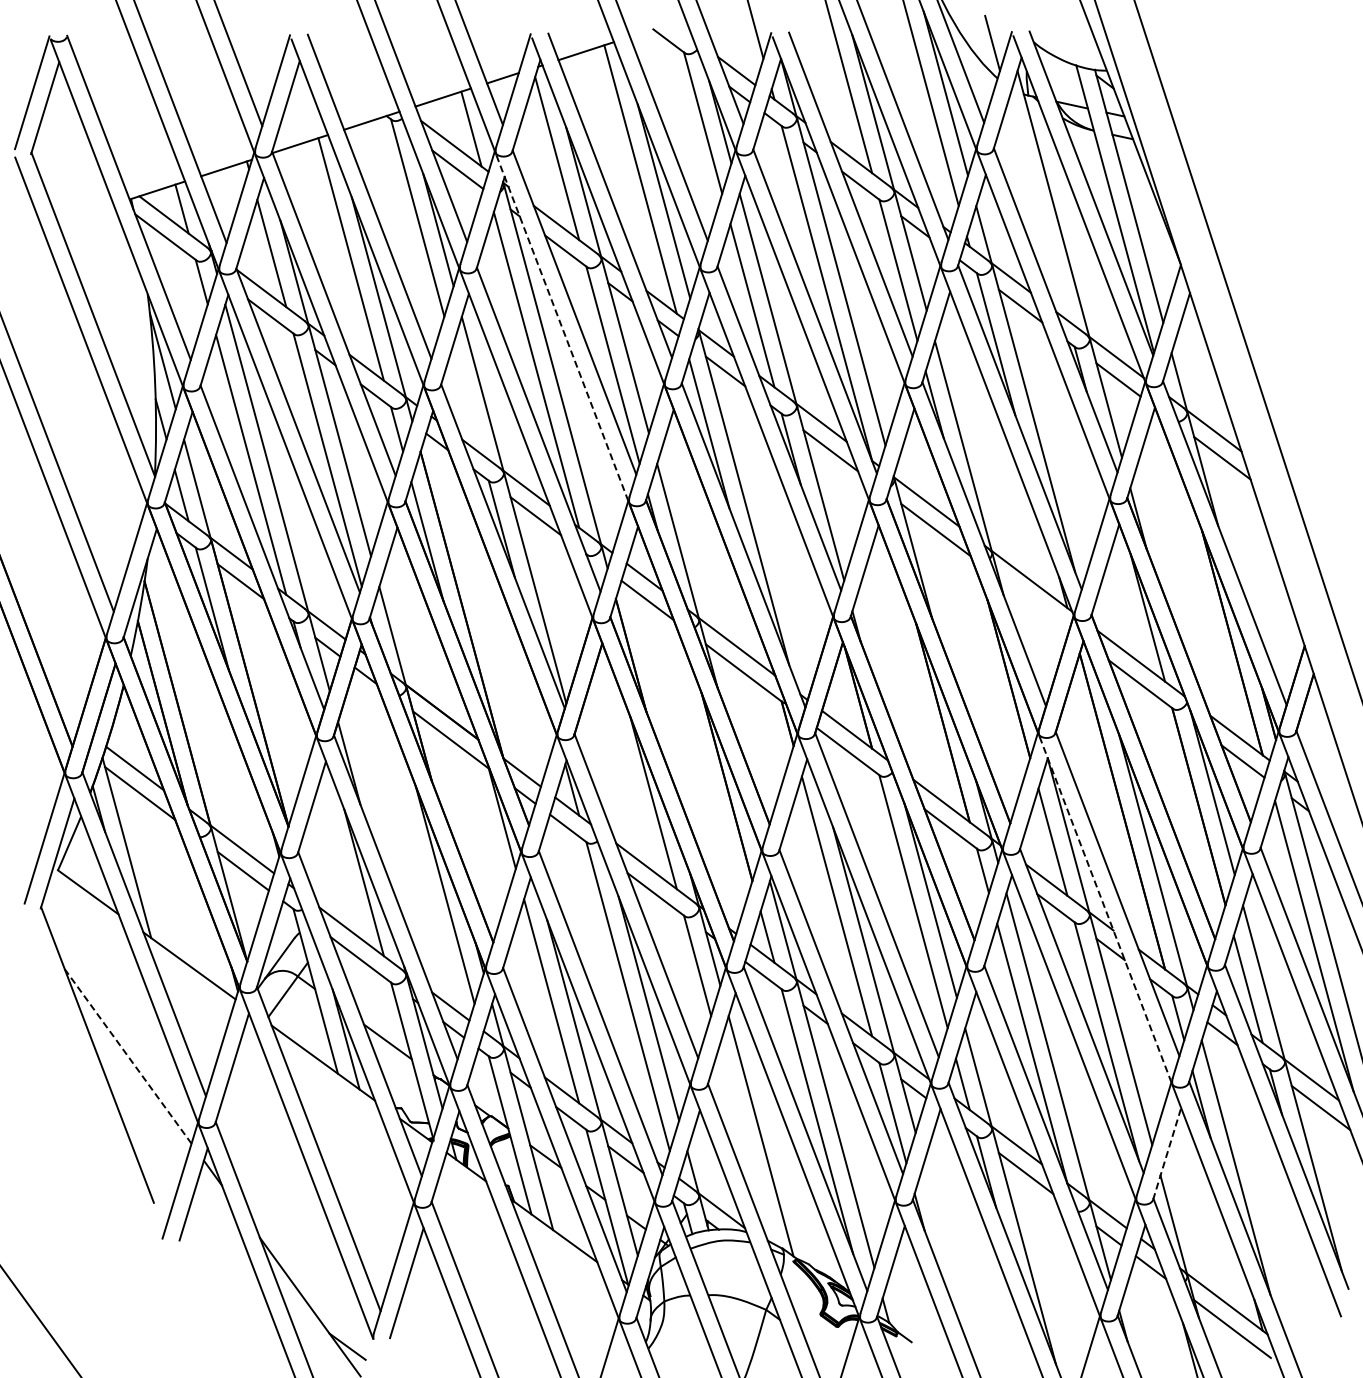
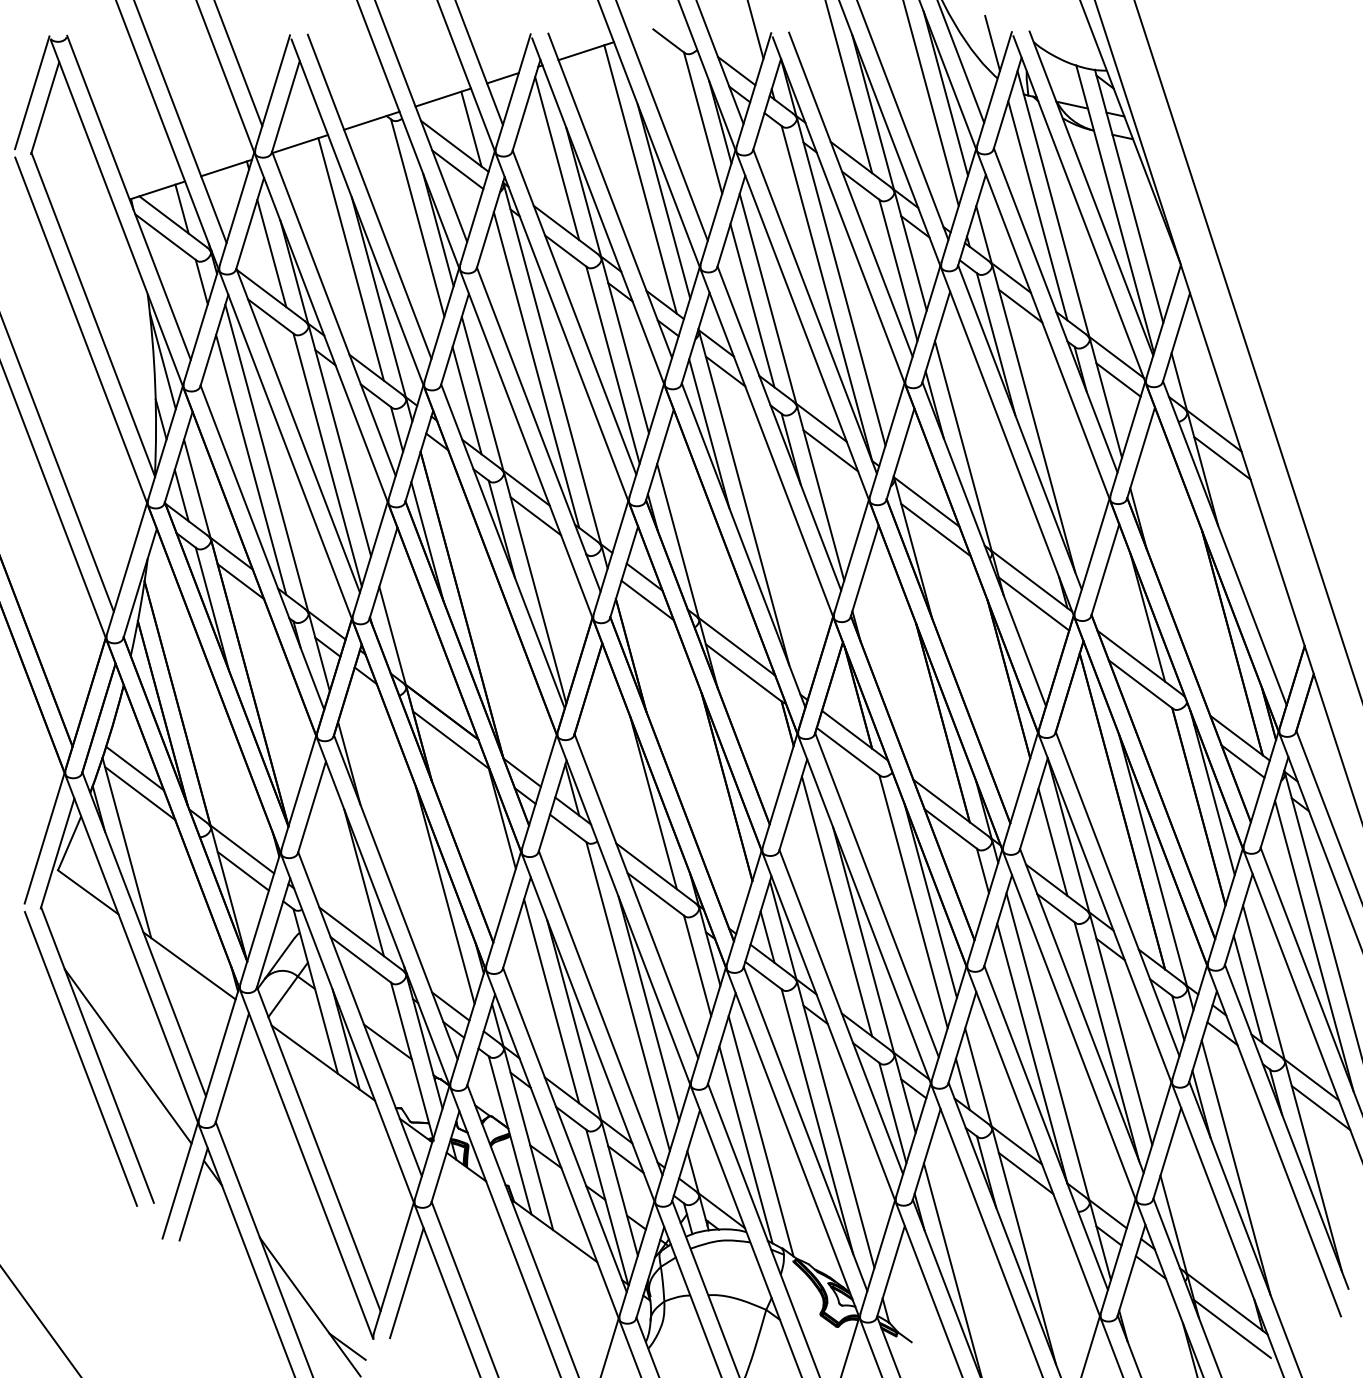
line at (1037, 210): none -> present
line at (562, 328): dashed -> solid
line at (466, 400): none -> present
line at (1033, 603): none -> present
line at (1105, 910): dashed -> solid
line at (128, 1056): dashed -> solid
line at (80, 1058): none -> present
line at (745, 1144): none -> present
line at (1167, 1153): dashed -> solid
line at (951, 1268): none -> present
